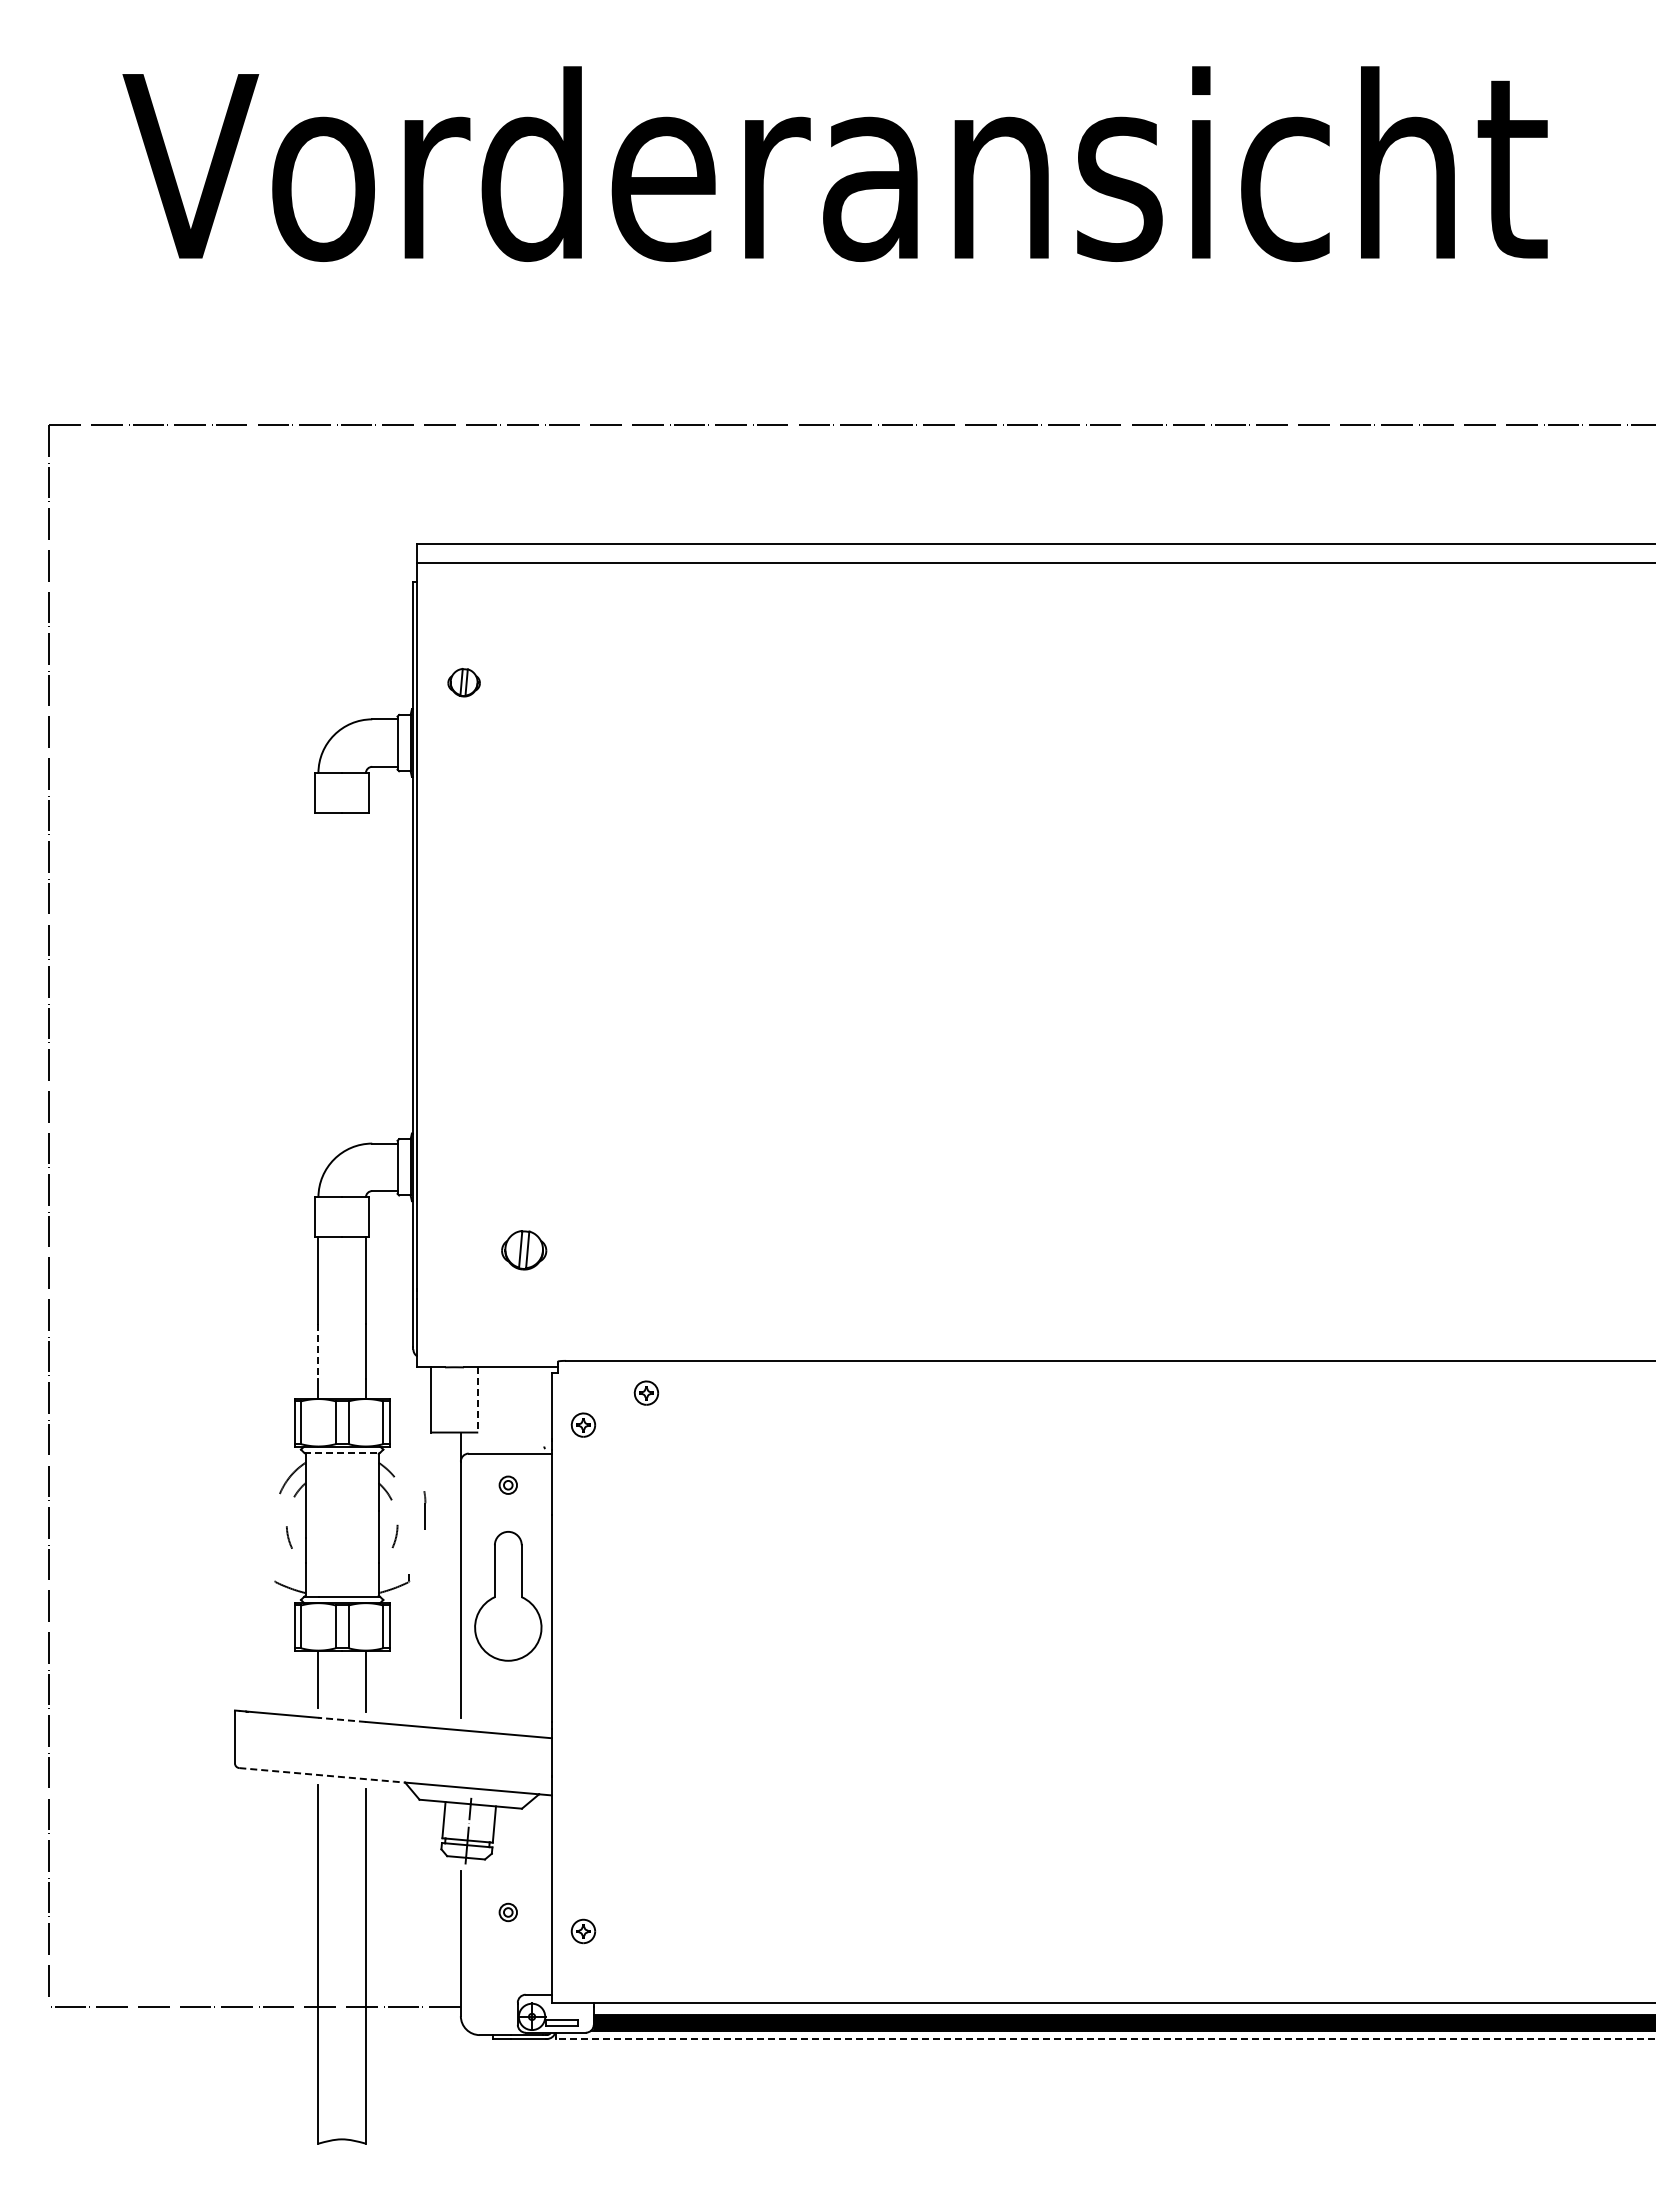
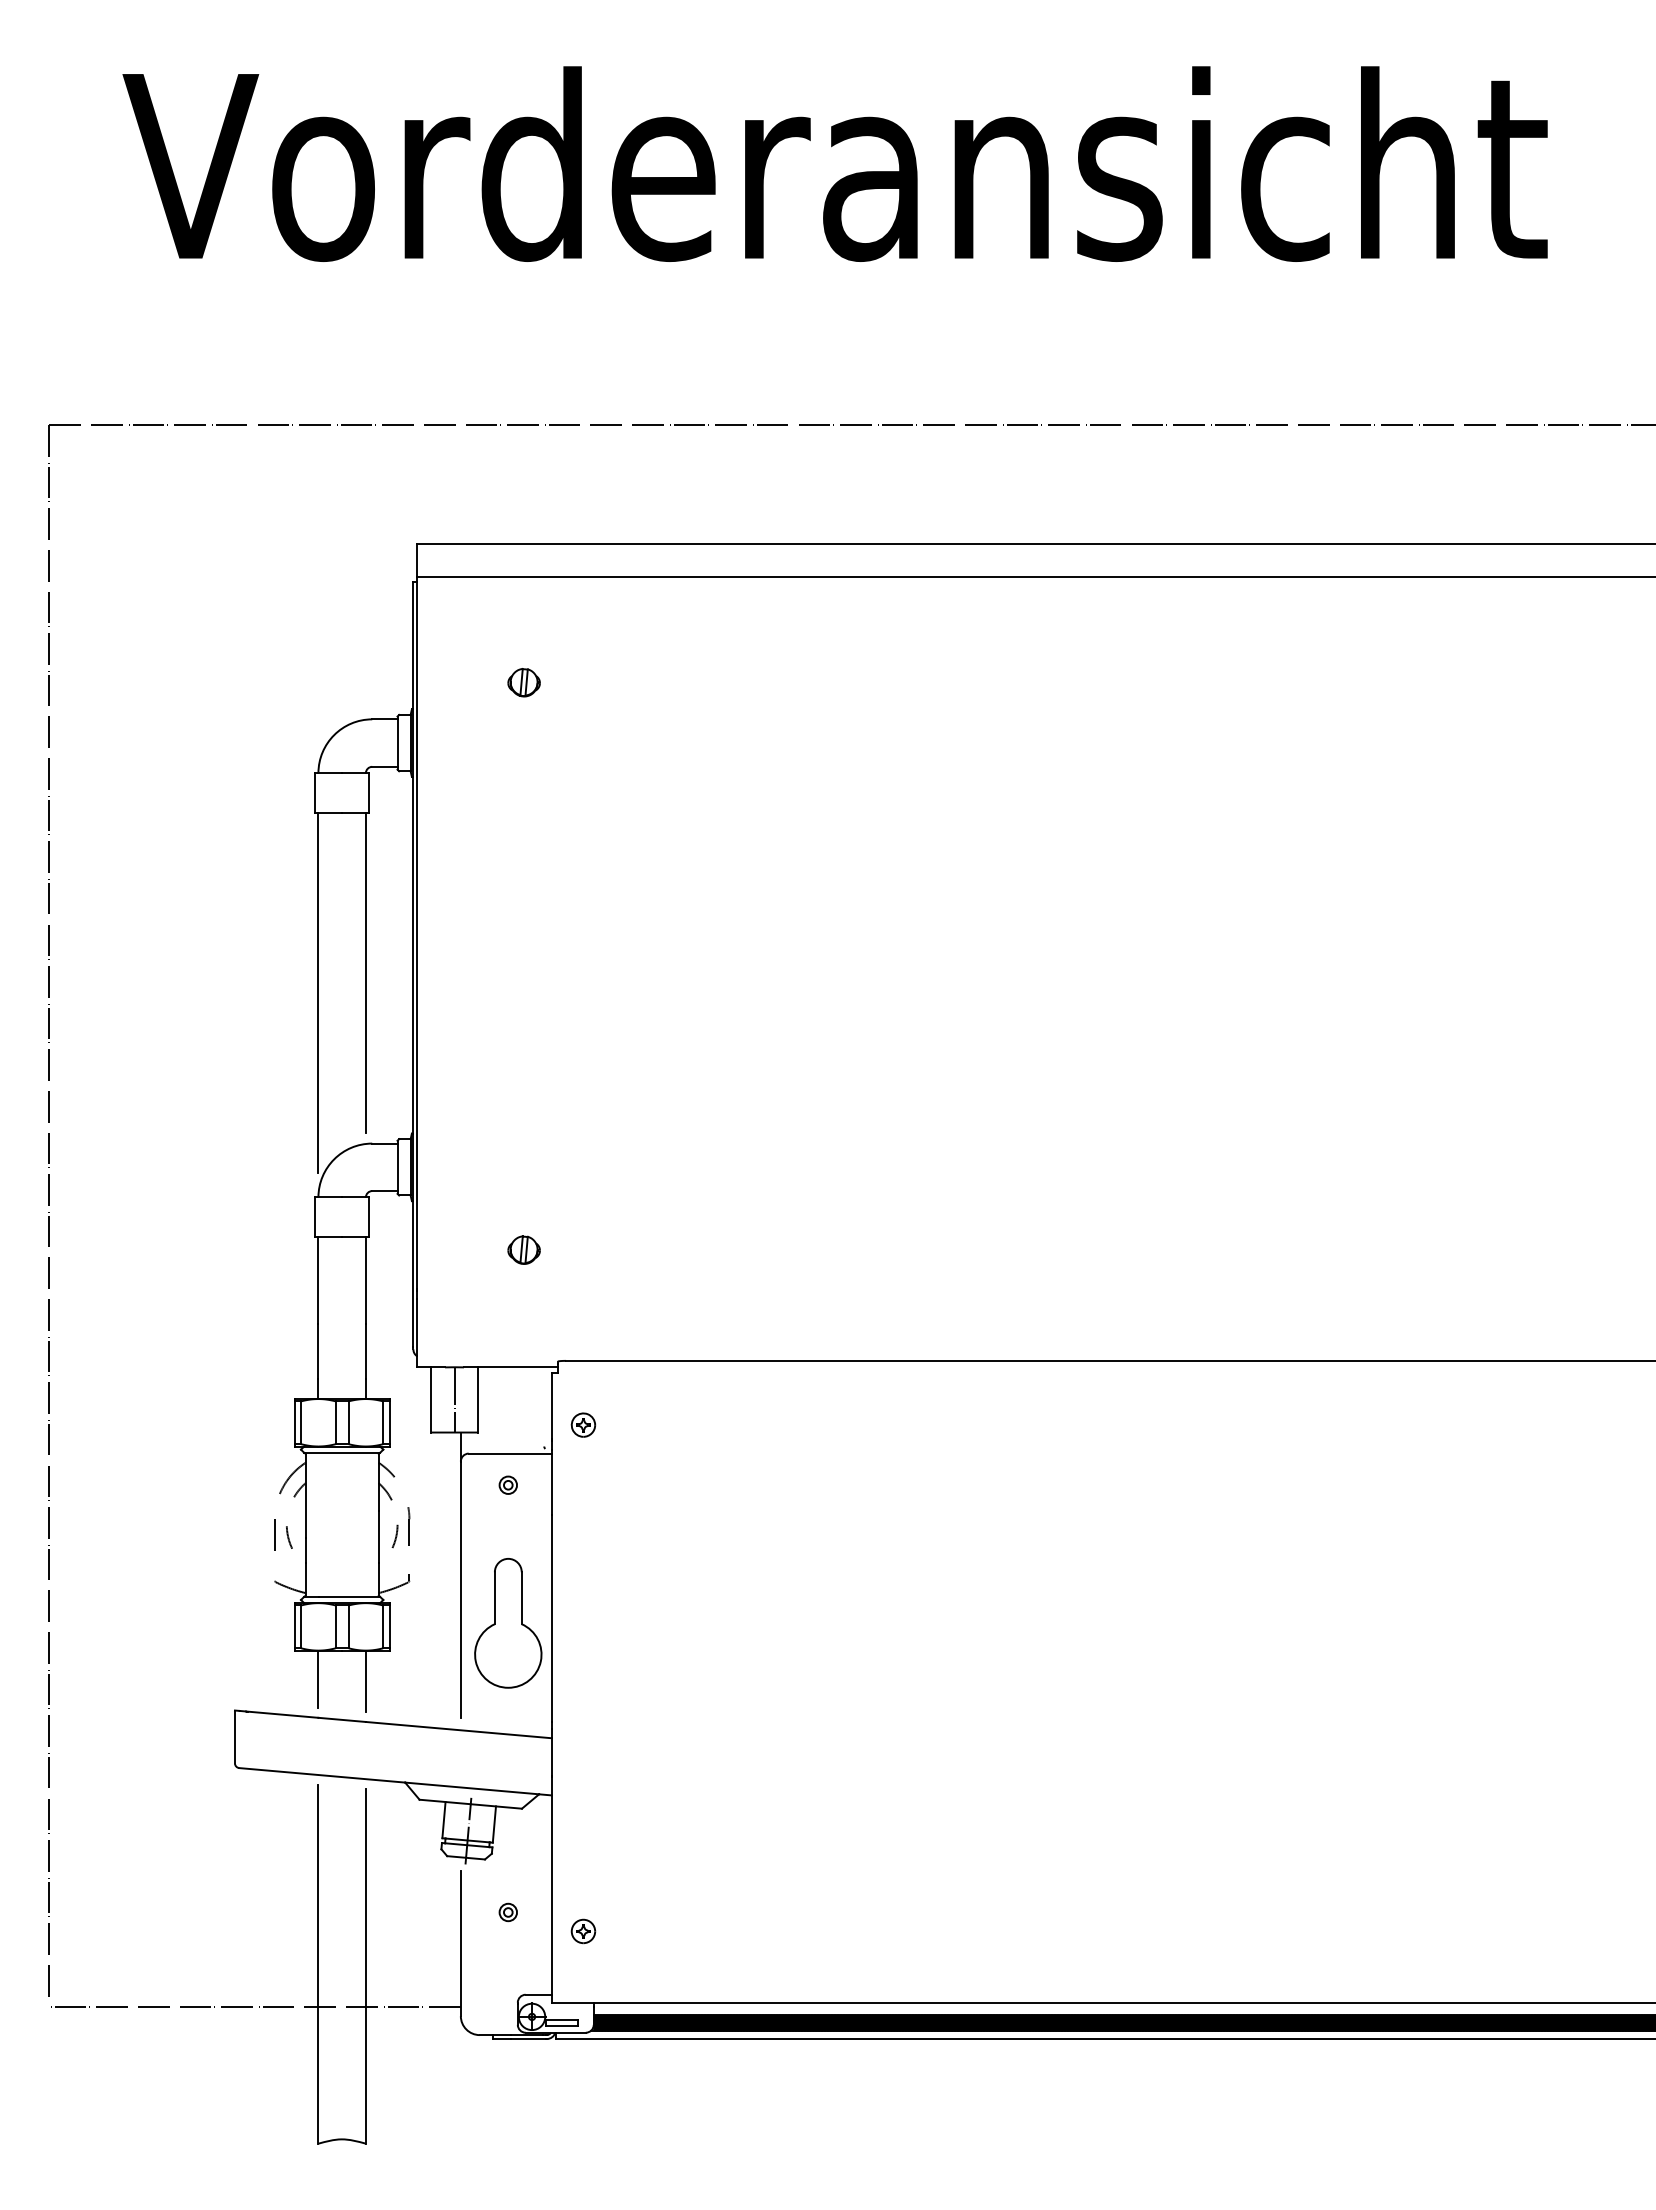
line at (1034, 562) position: (1034, 562) -> (1034, 576)
part at (463, 682) position: (463, 682) -> (523, 682)
line at (365, 972): none -> present
line at (318, 992): none -> present
part at (524, 1250) size: 47x41 px -> 34x30 px
line at (318, 1351): dashed -> solid
part at (646, 1392): present -> none
line at (454, 1399): none -> present
line at (478, 1399): dashed -> solid
line at (342, 1452): dashed -> solid
part at (424, 1510) position: (424, 1510) -> (408, 1526)
line at (274, 1535): none -> present
part at (508, 1596) position: (508, 1596) -> (508, 1623)
line at (342, 1719): dashed -> solid
line at (322, 1775): dashed -> solid
line at (1105, 2039): dashed -> solid
